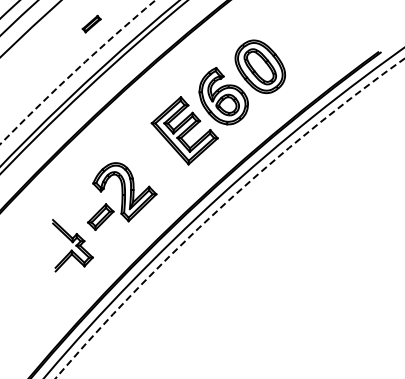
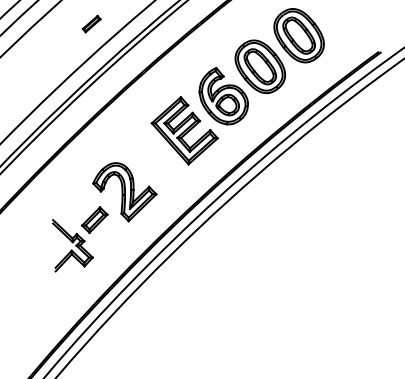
part at (298, 35): none -> present
arc at (76, 70): dashed -> solid
arc at (220, 208): dashed -> solid
part at (100, 216) position: (100, 216) -> (94, 219)
